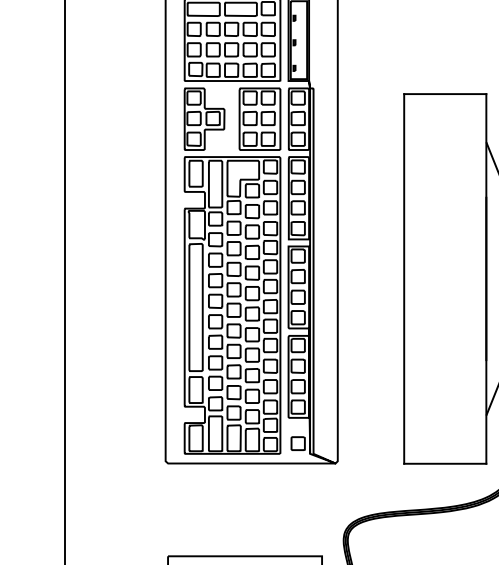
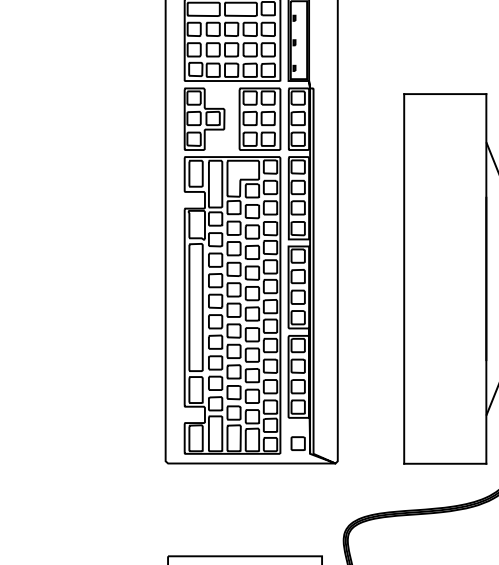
line at (65, 281): present -> none
